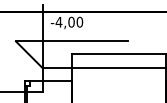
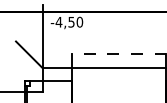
text at (71, 21): -4,00 -> -4,50
line at (71, 41): present -> none
line at (118, 54): solid -> dashed
